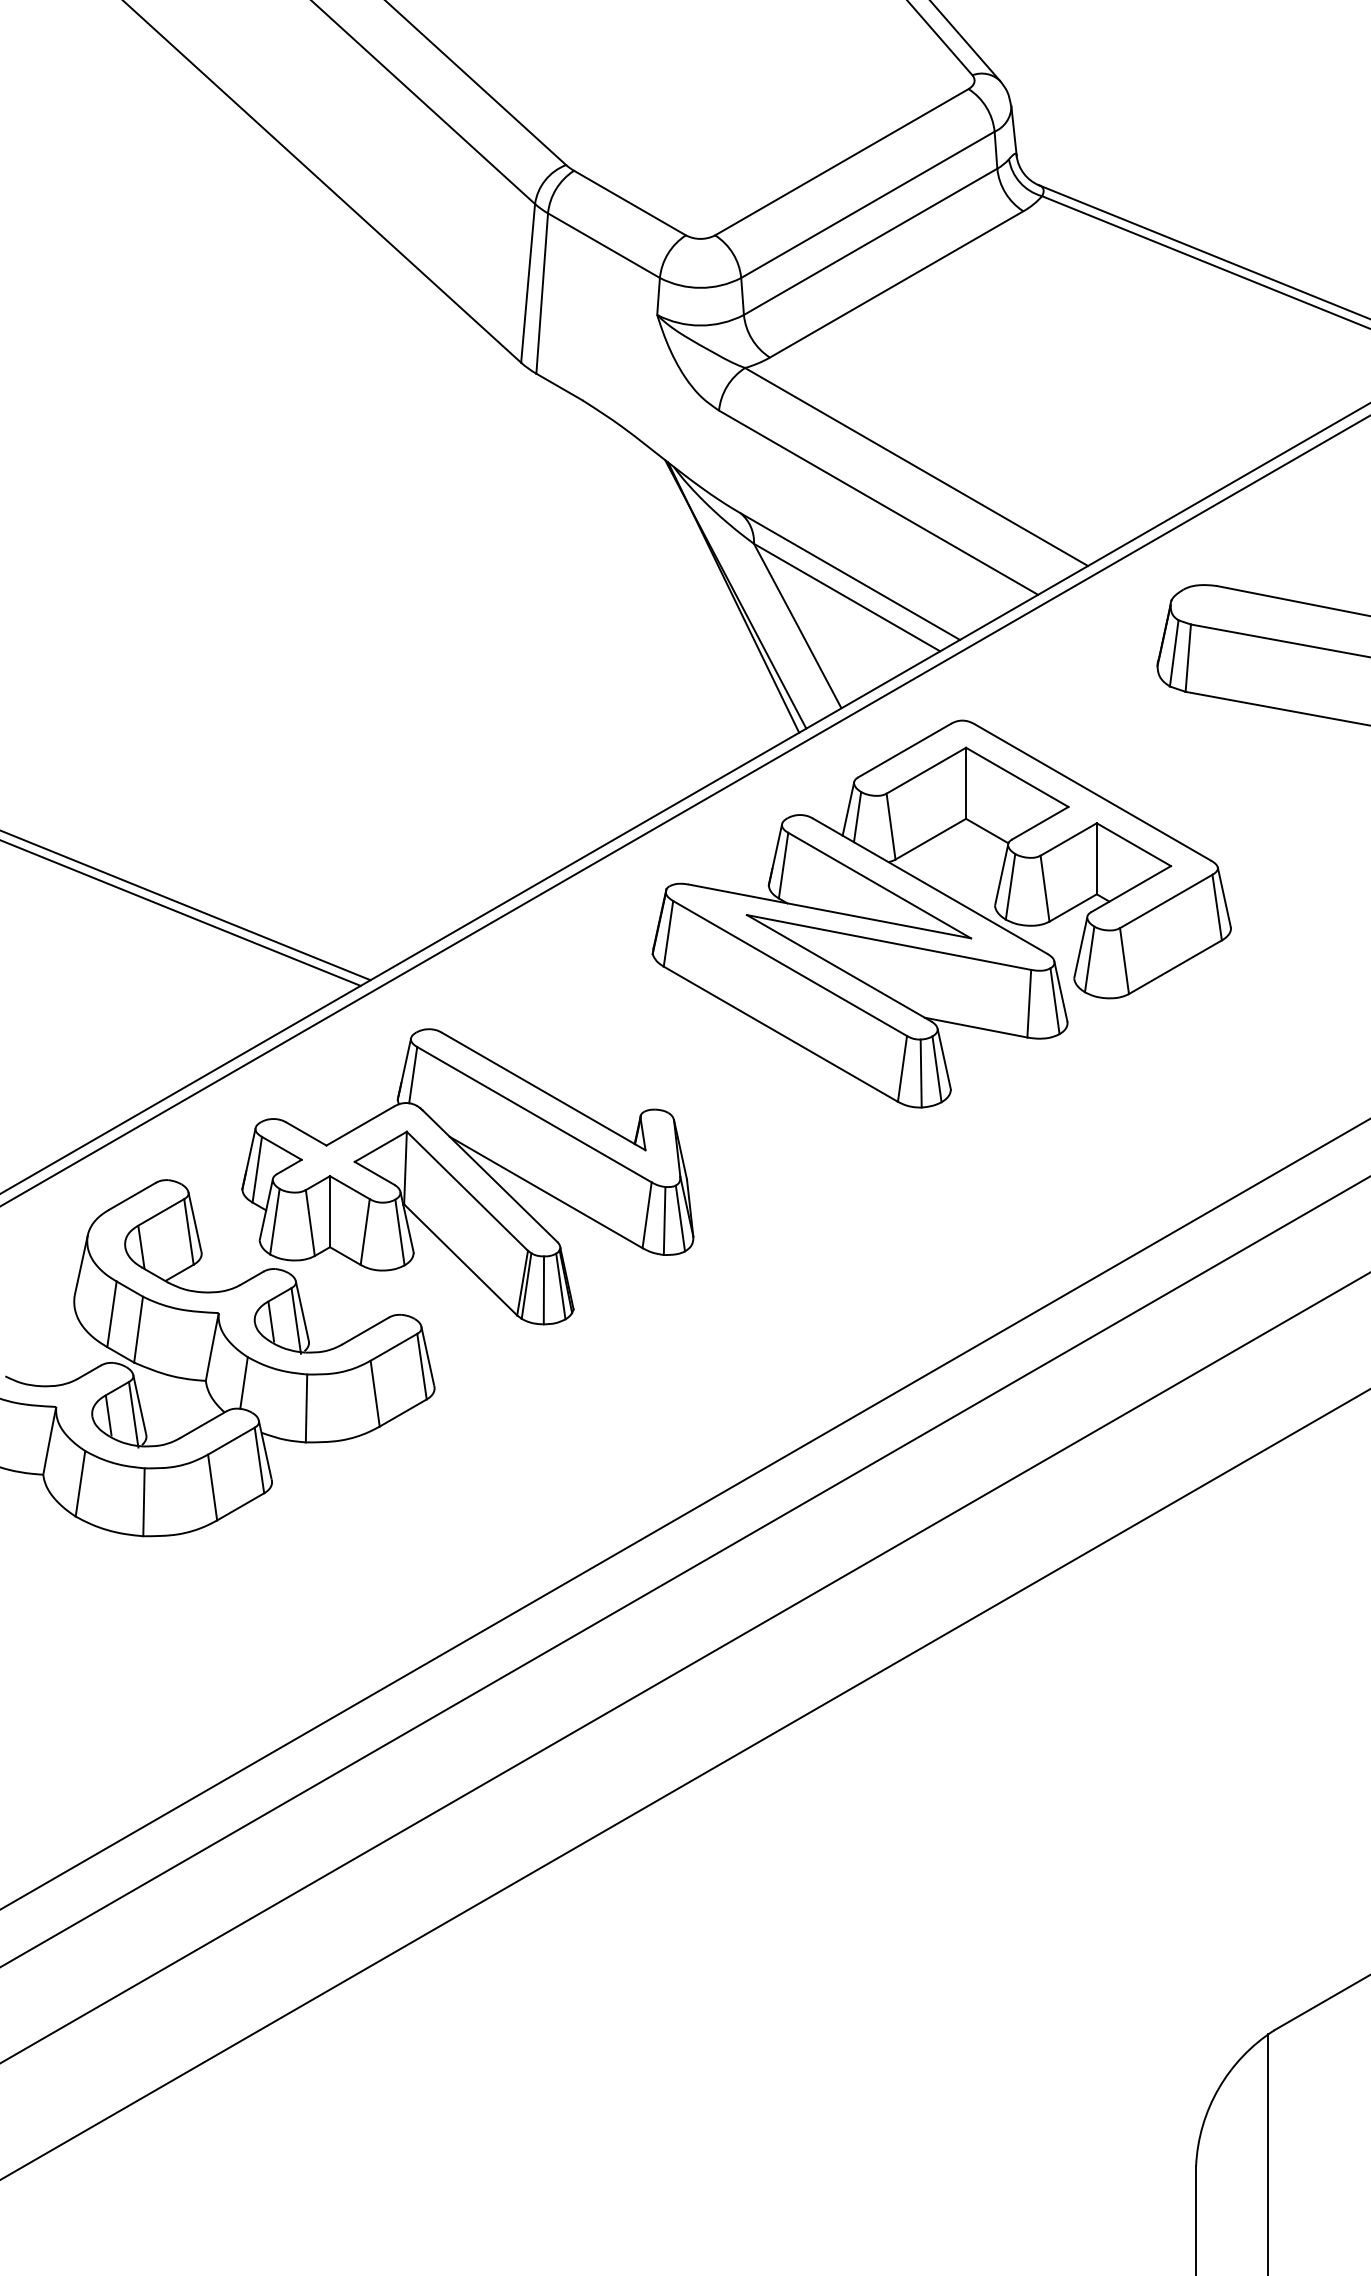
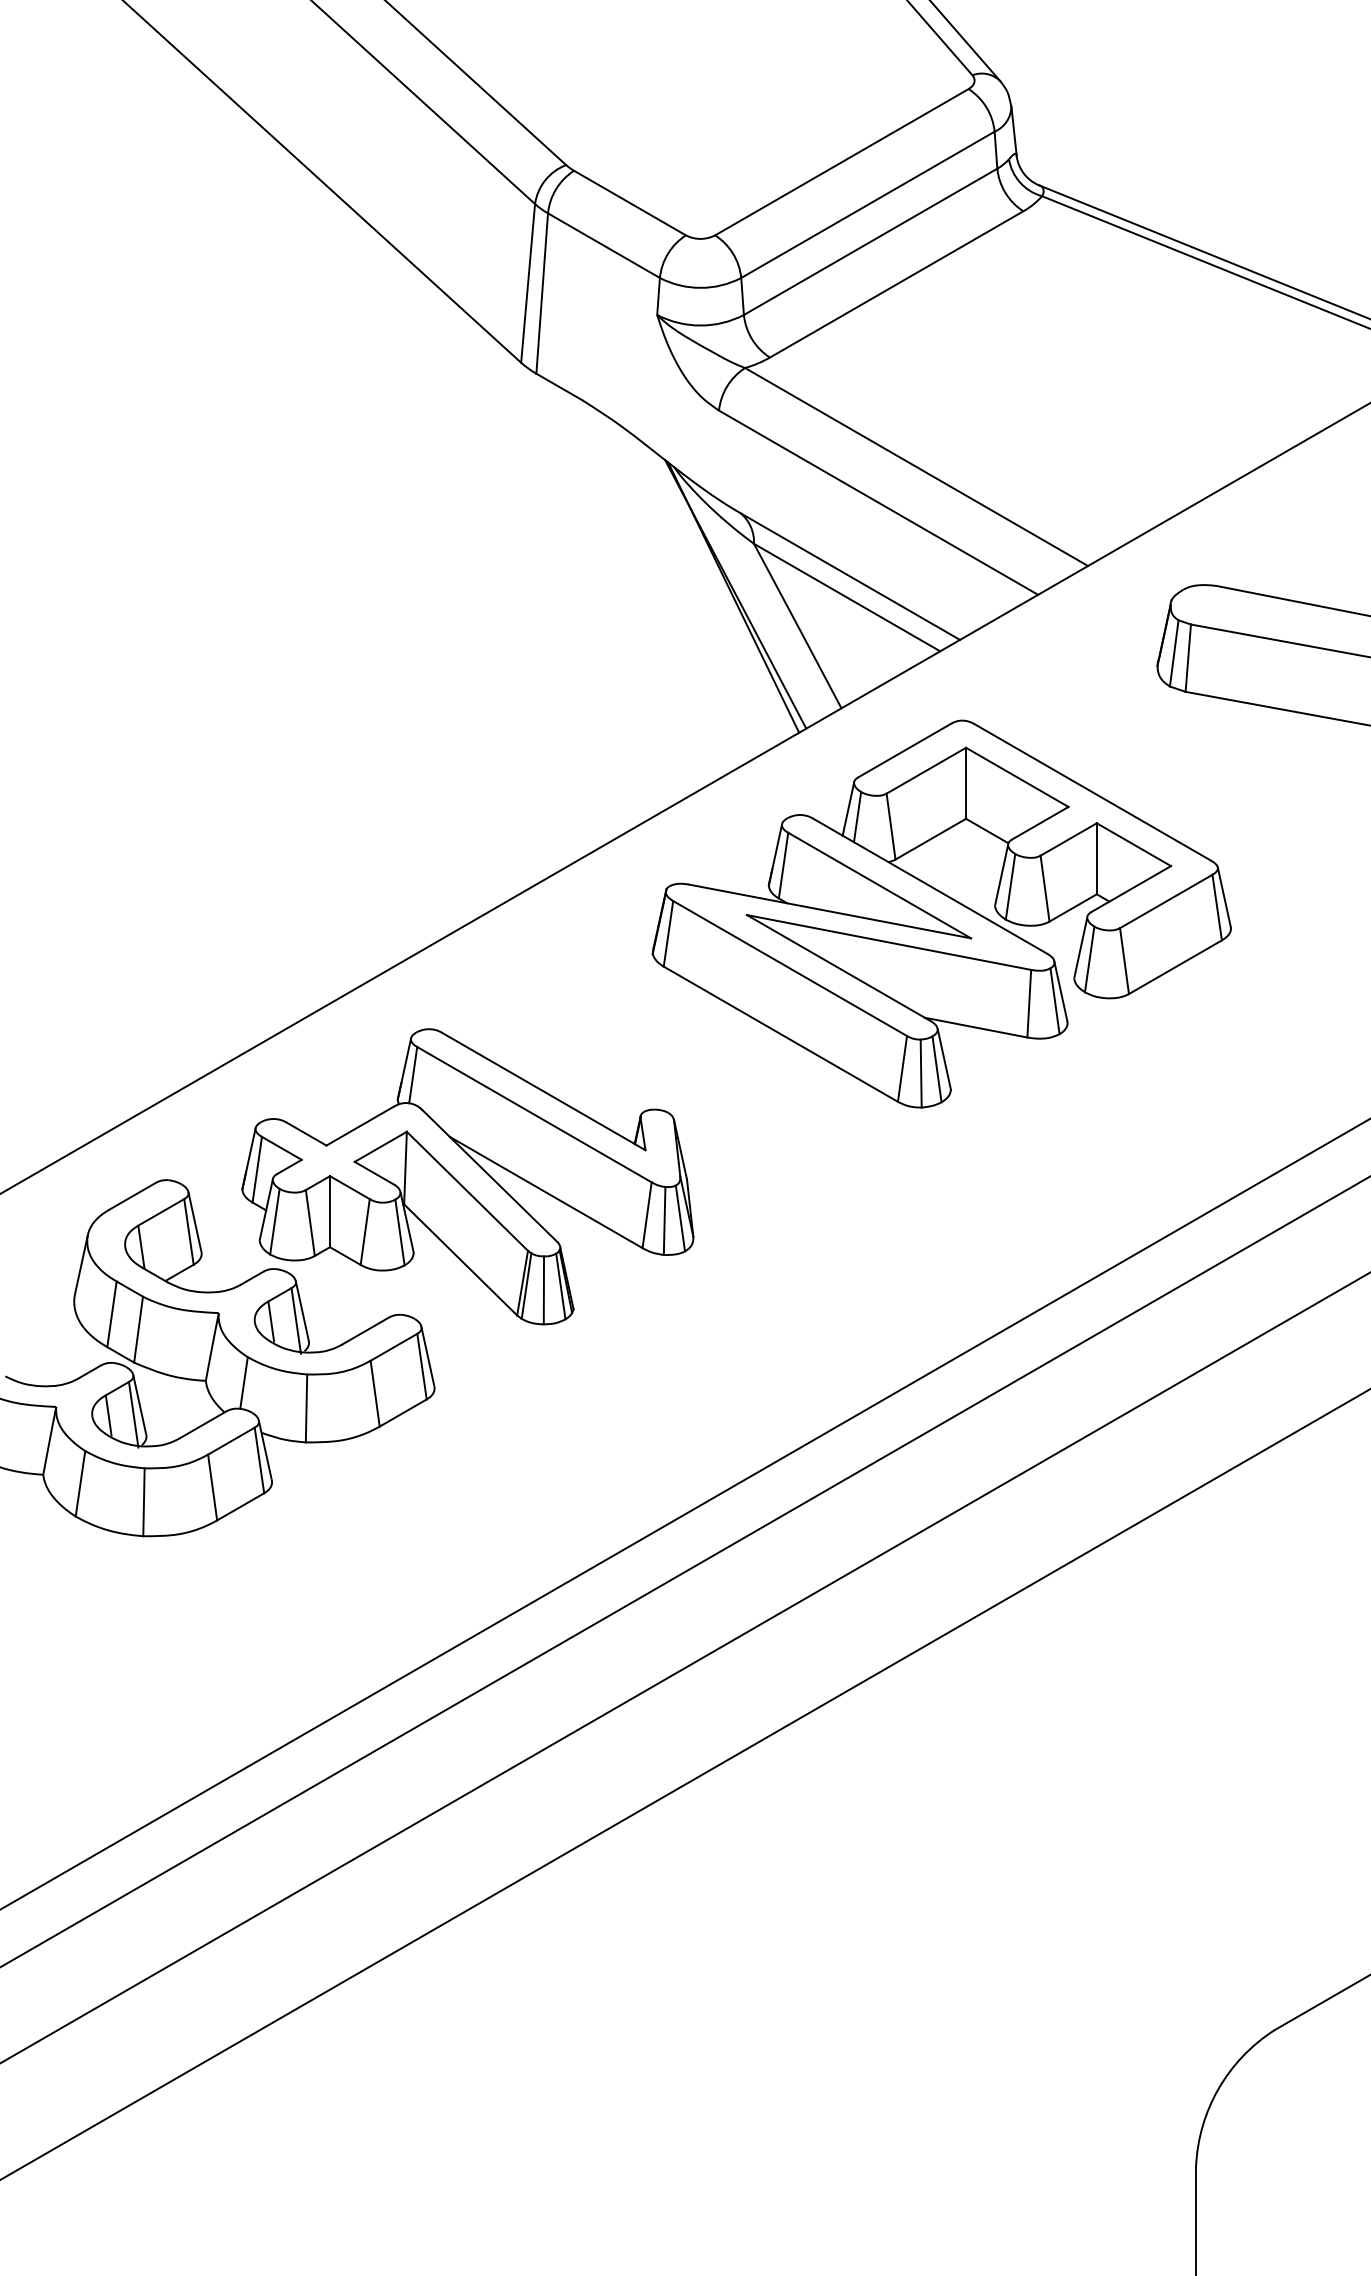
line at (684, 810): present -> none
line at (186, 905): present -> none
line at (181, 913): present -> none
line at (1268, 2153): present -> none
